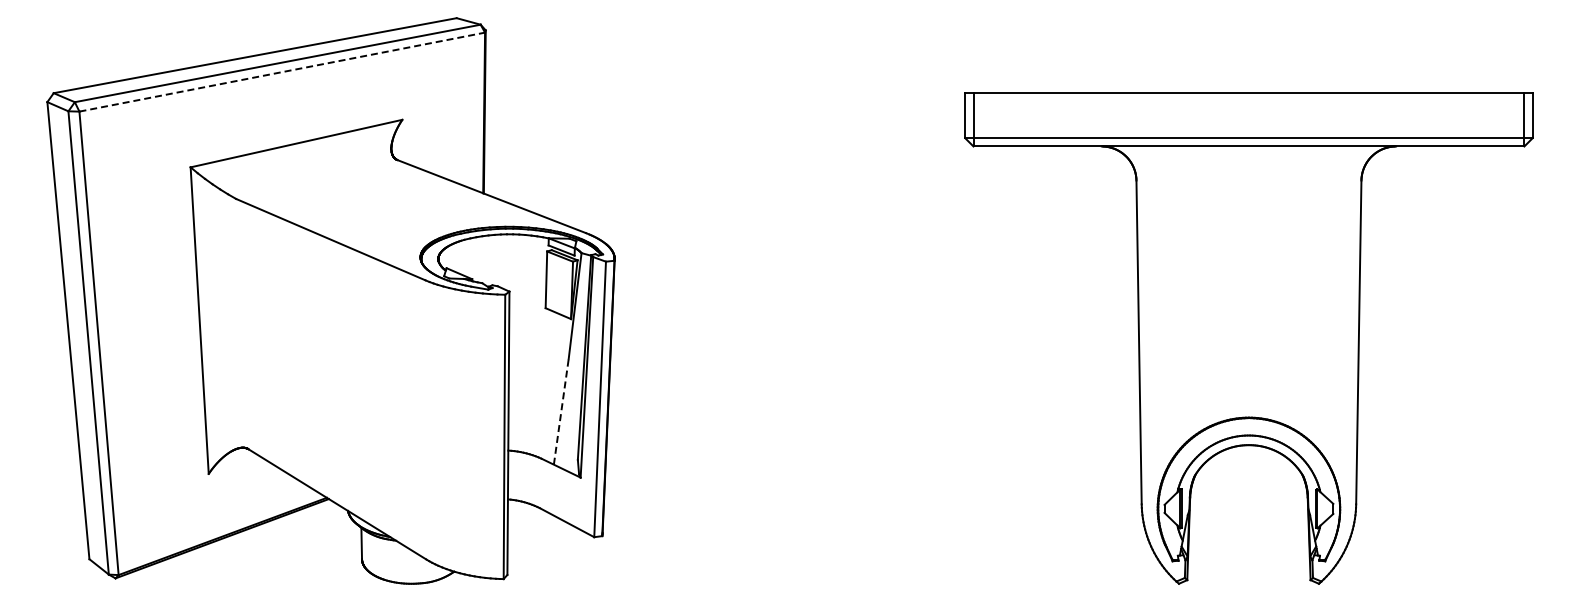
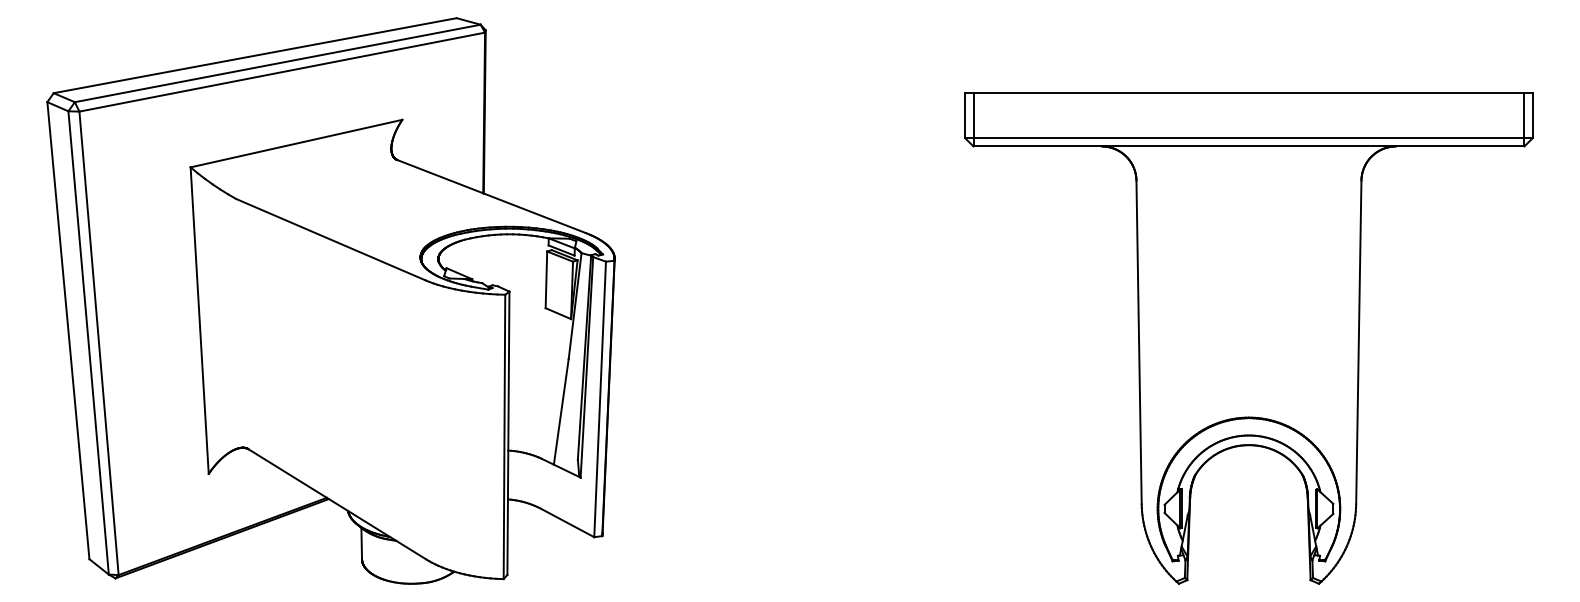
line at (282, 72): dashed -> solid
line at (561, 411): dashed -> solid
